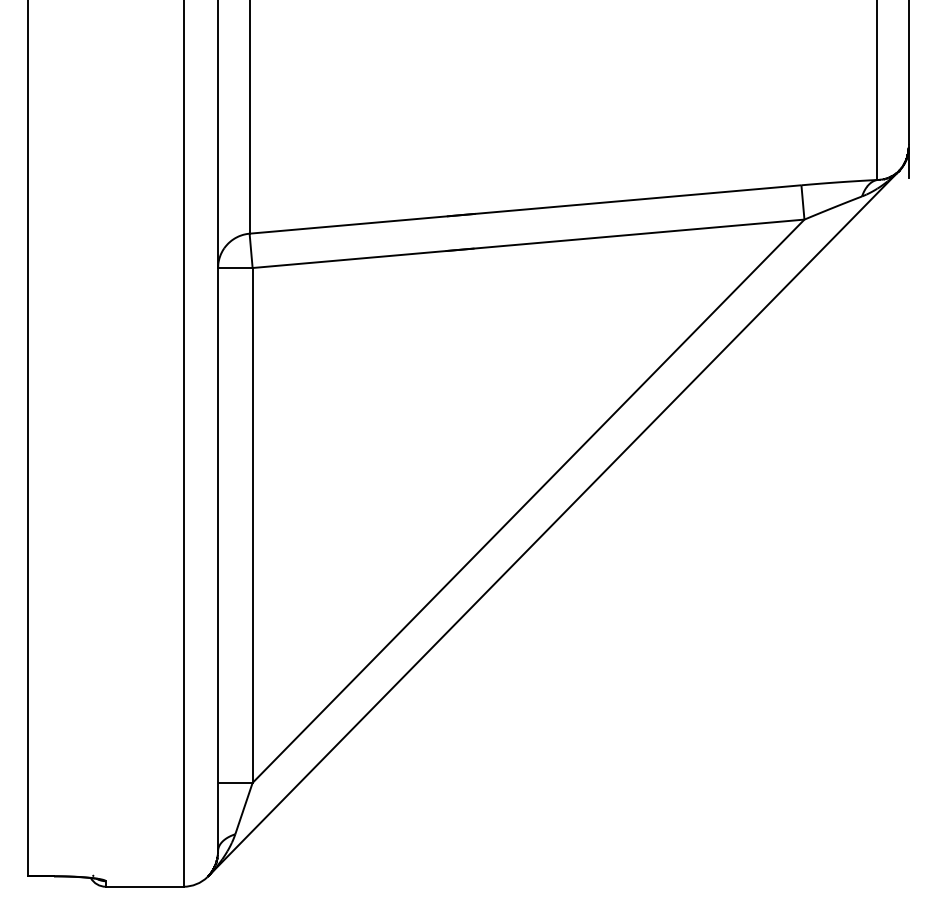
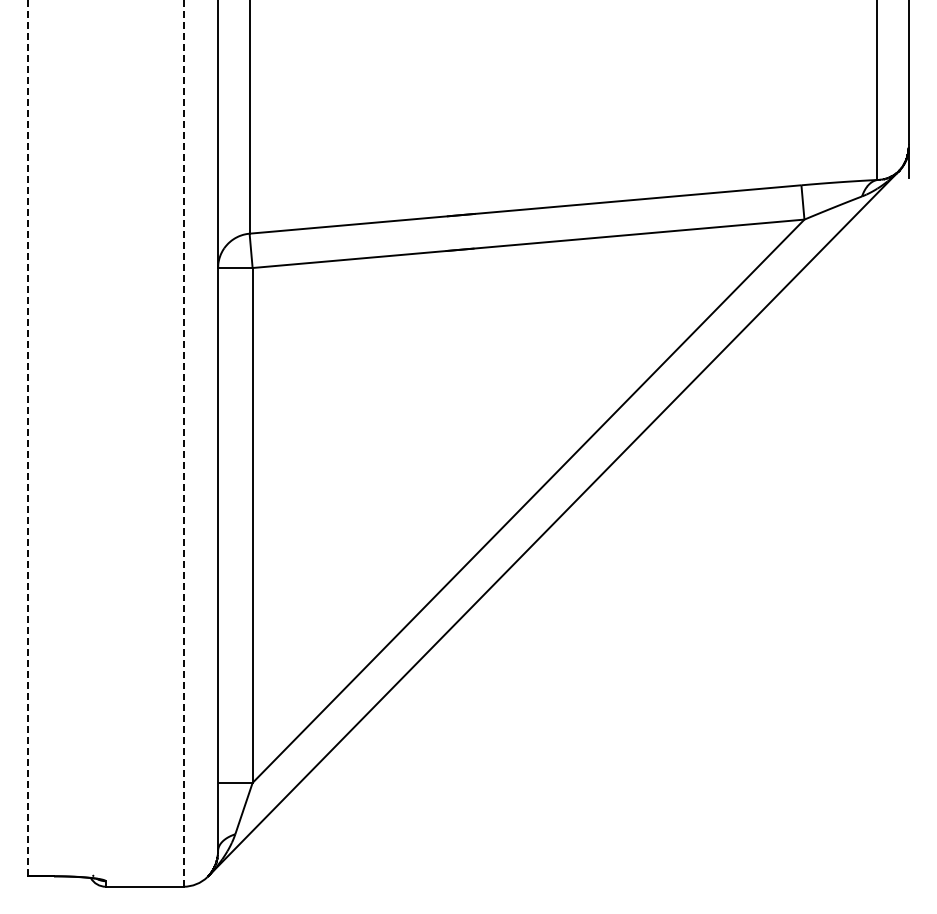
line at (28, 438): solid -> dashed
line at (183, 443): solid -> dashed
